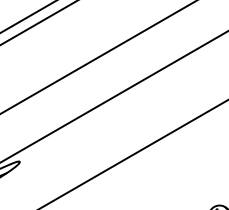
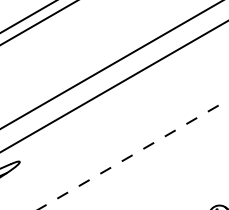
line at (98, 57) position: (98, 57) -> (111, 64)
line at (113, 96) position: (113, 96) -> (113, 86)
line at (133, 154): solid -> dashed
